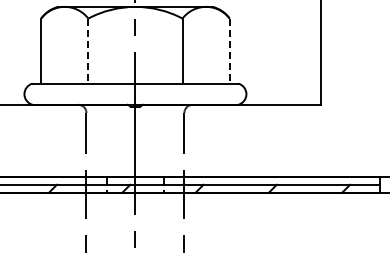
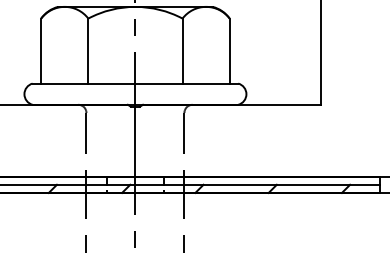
line at (88, 51): dashed -> solid
line at (229, 51): dashed -> solid
